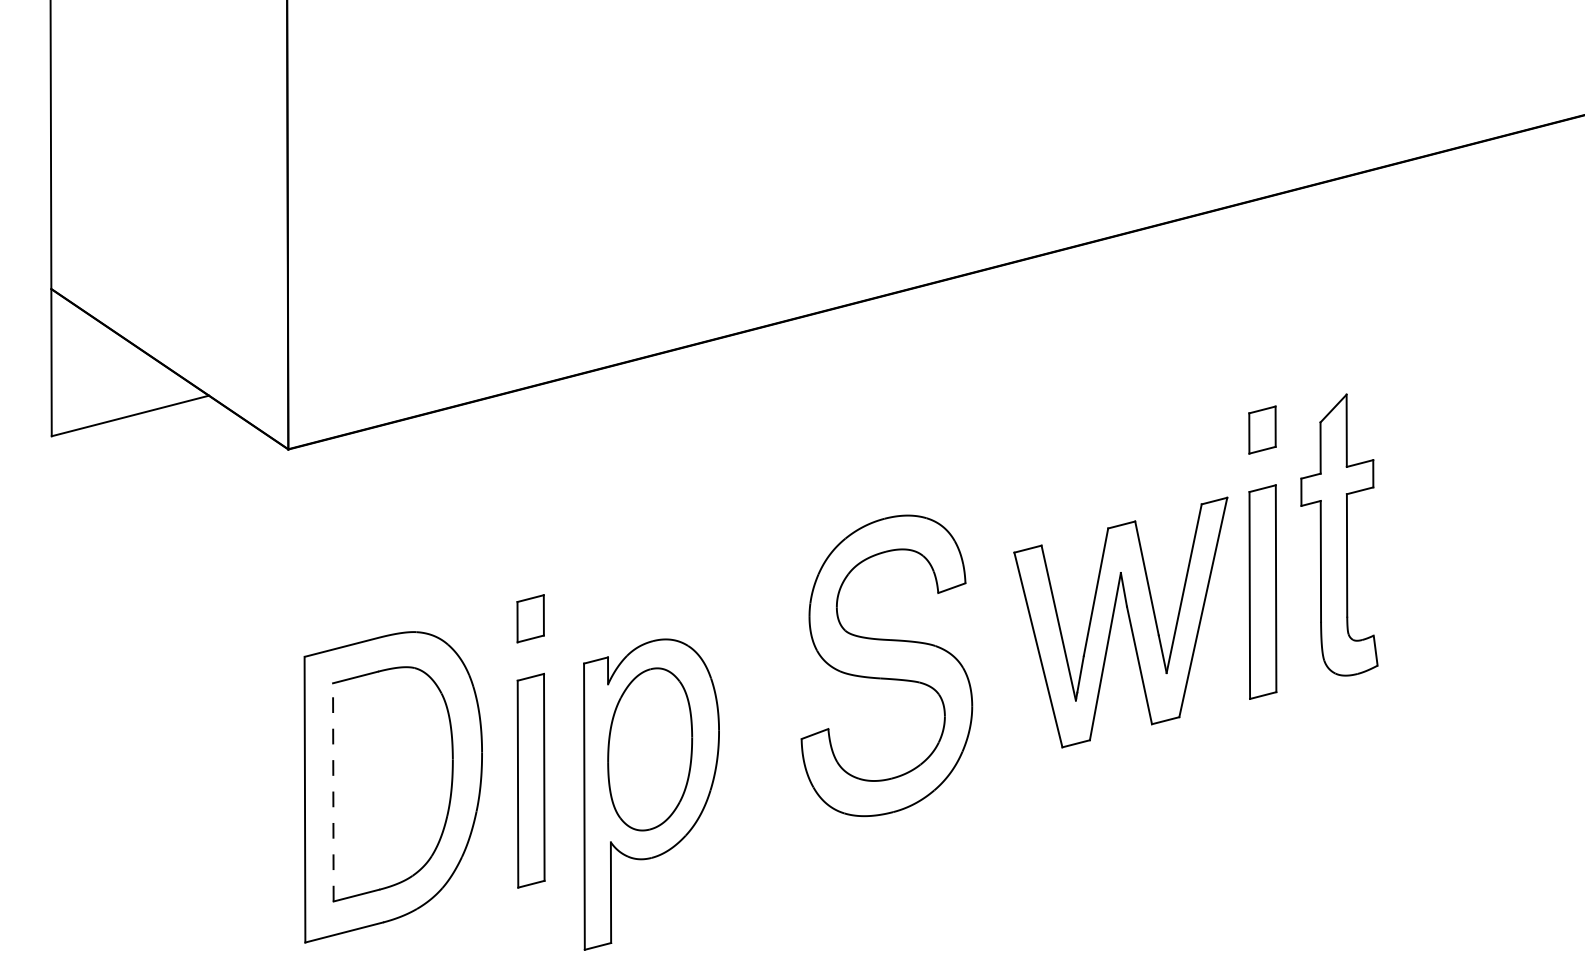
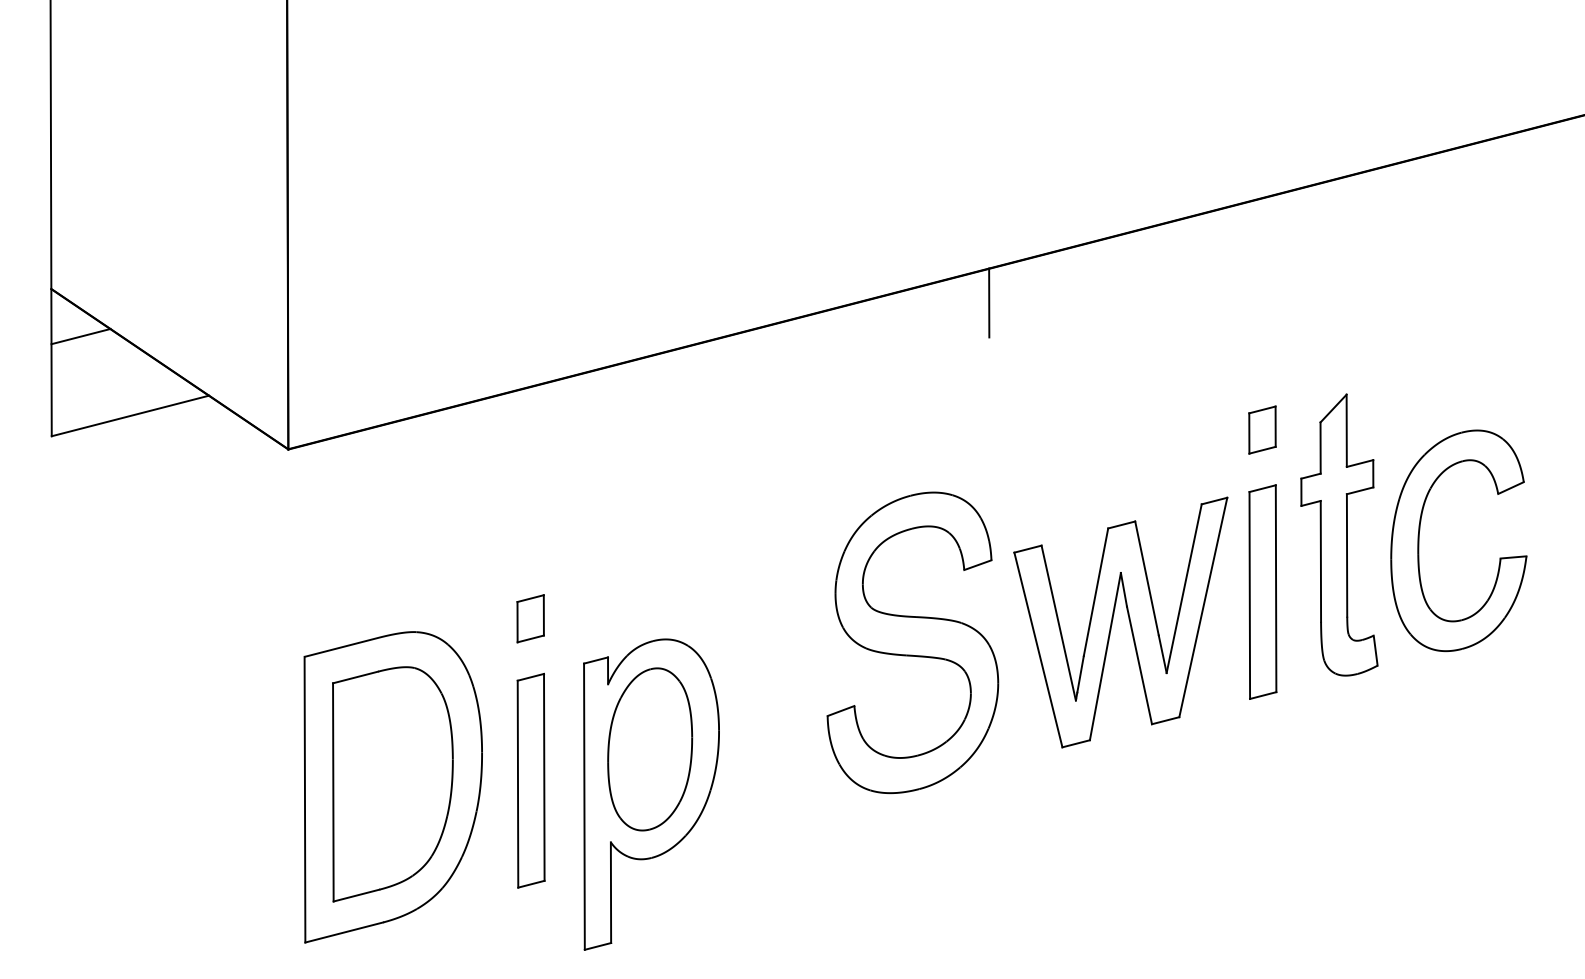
line at (989, 302): none -> present
line at (80, 336): none -> present
part at (1419, 540): none -> present
part at (886, 665) position: (886, 665) -> (912, 642)
line at (333, 791): dashed -> solid
